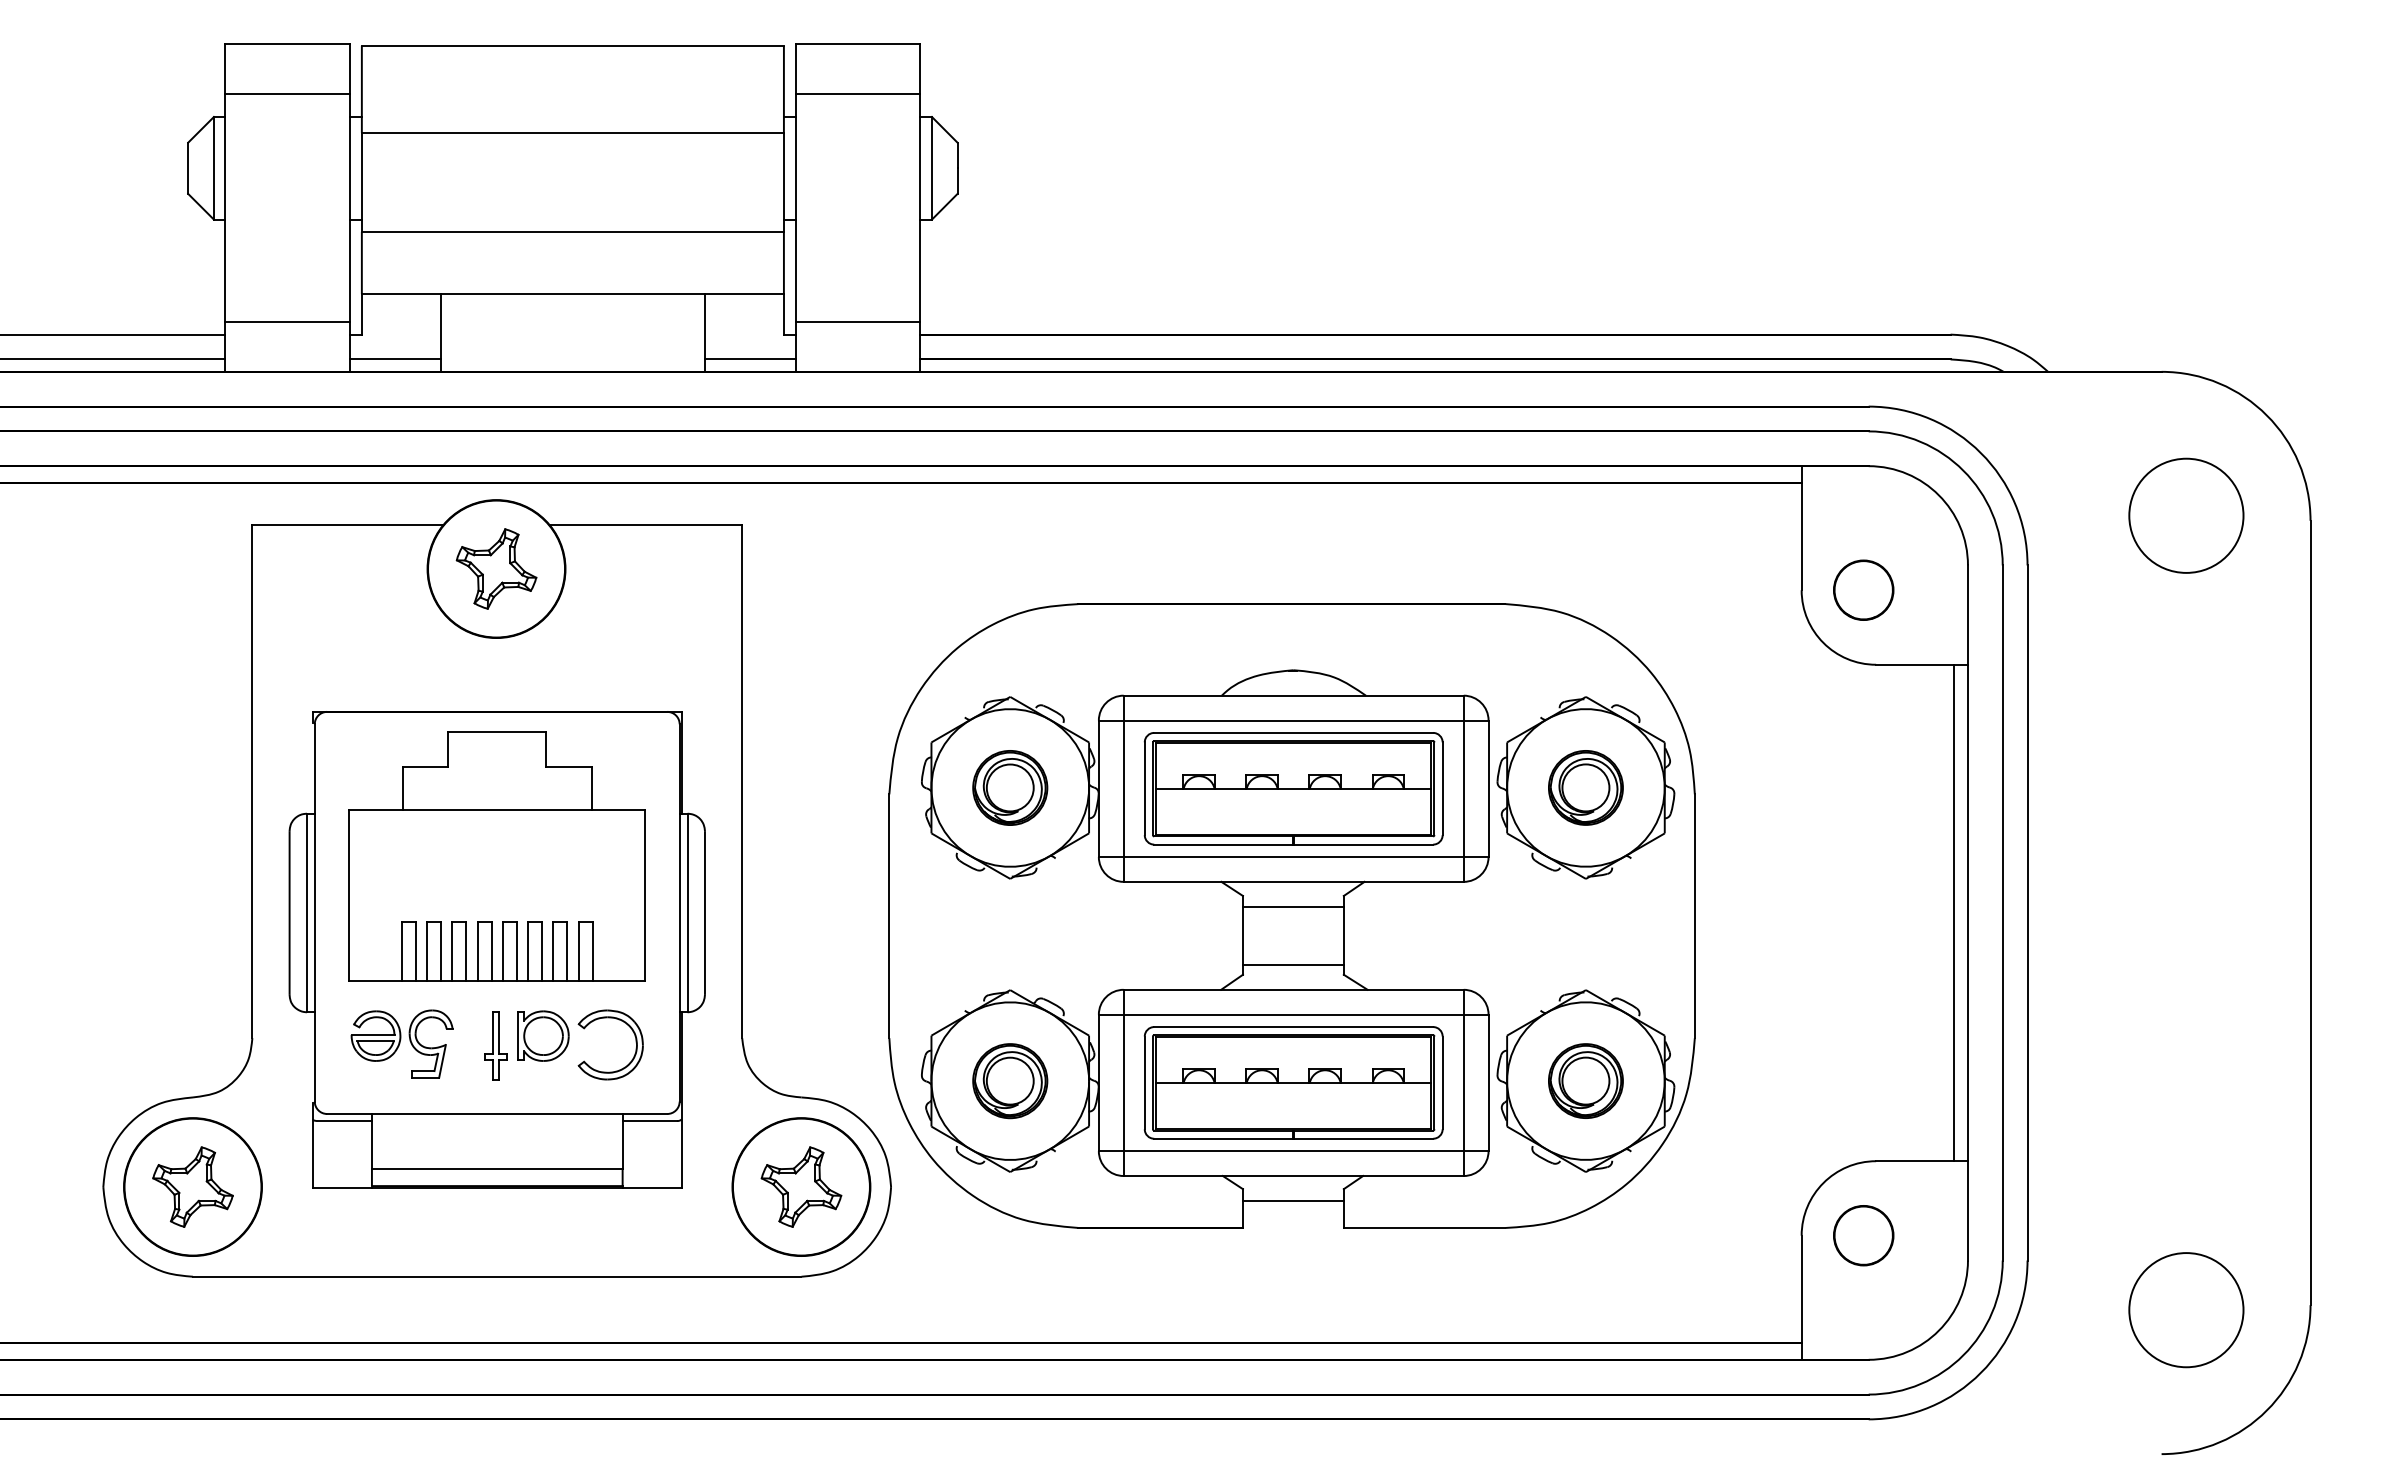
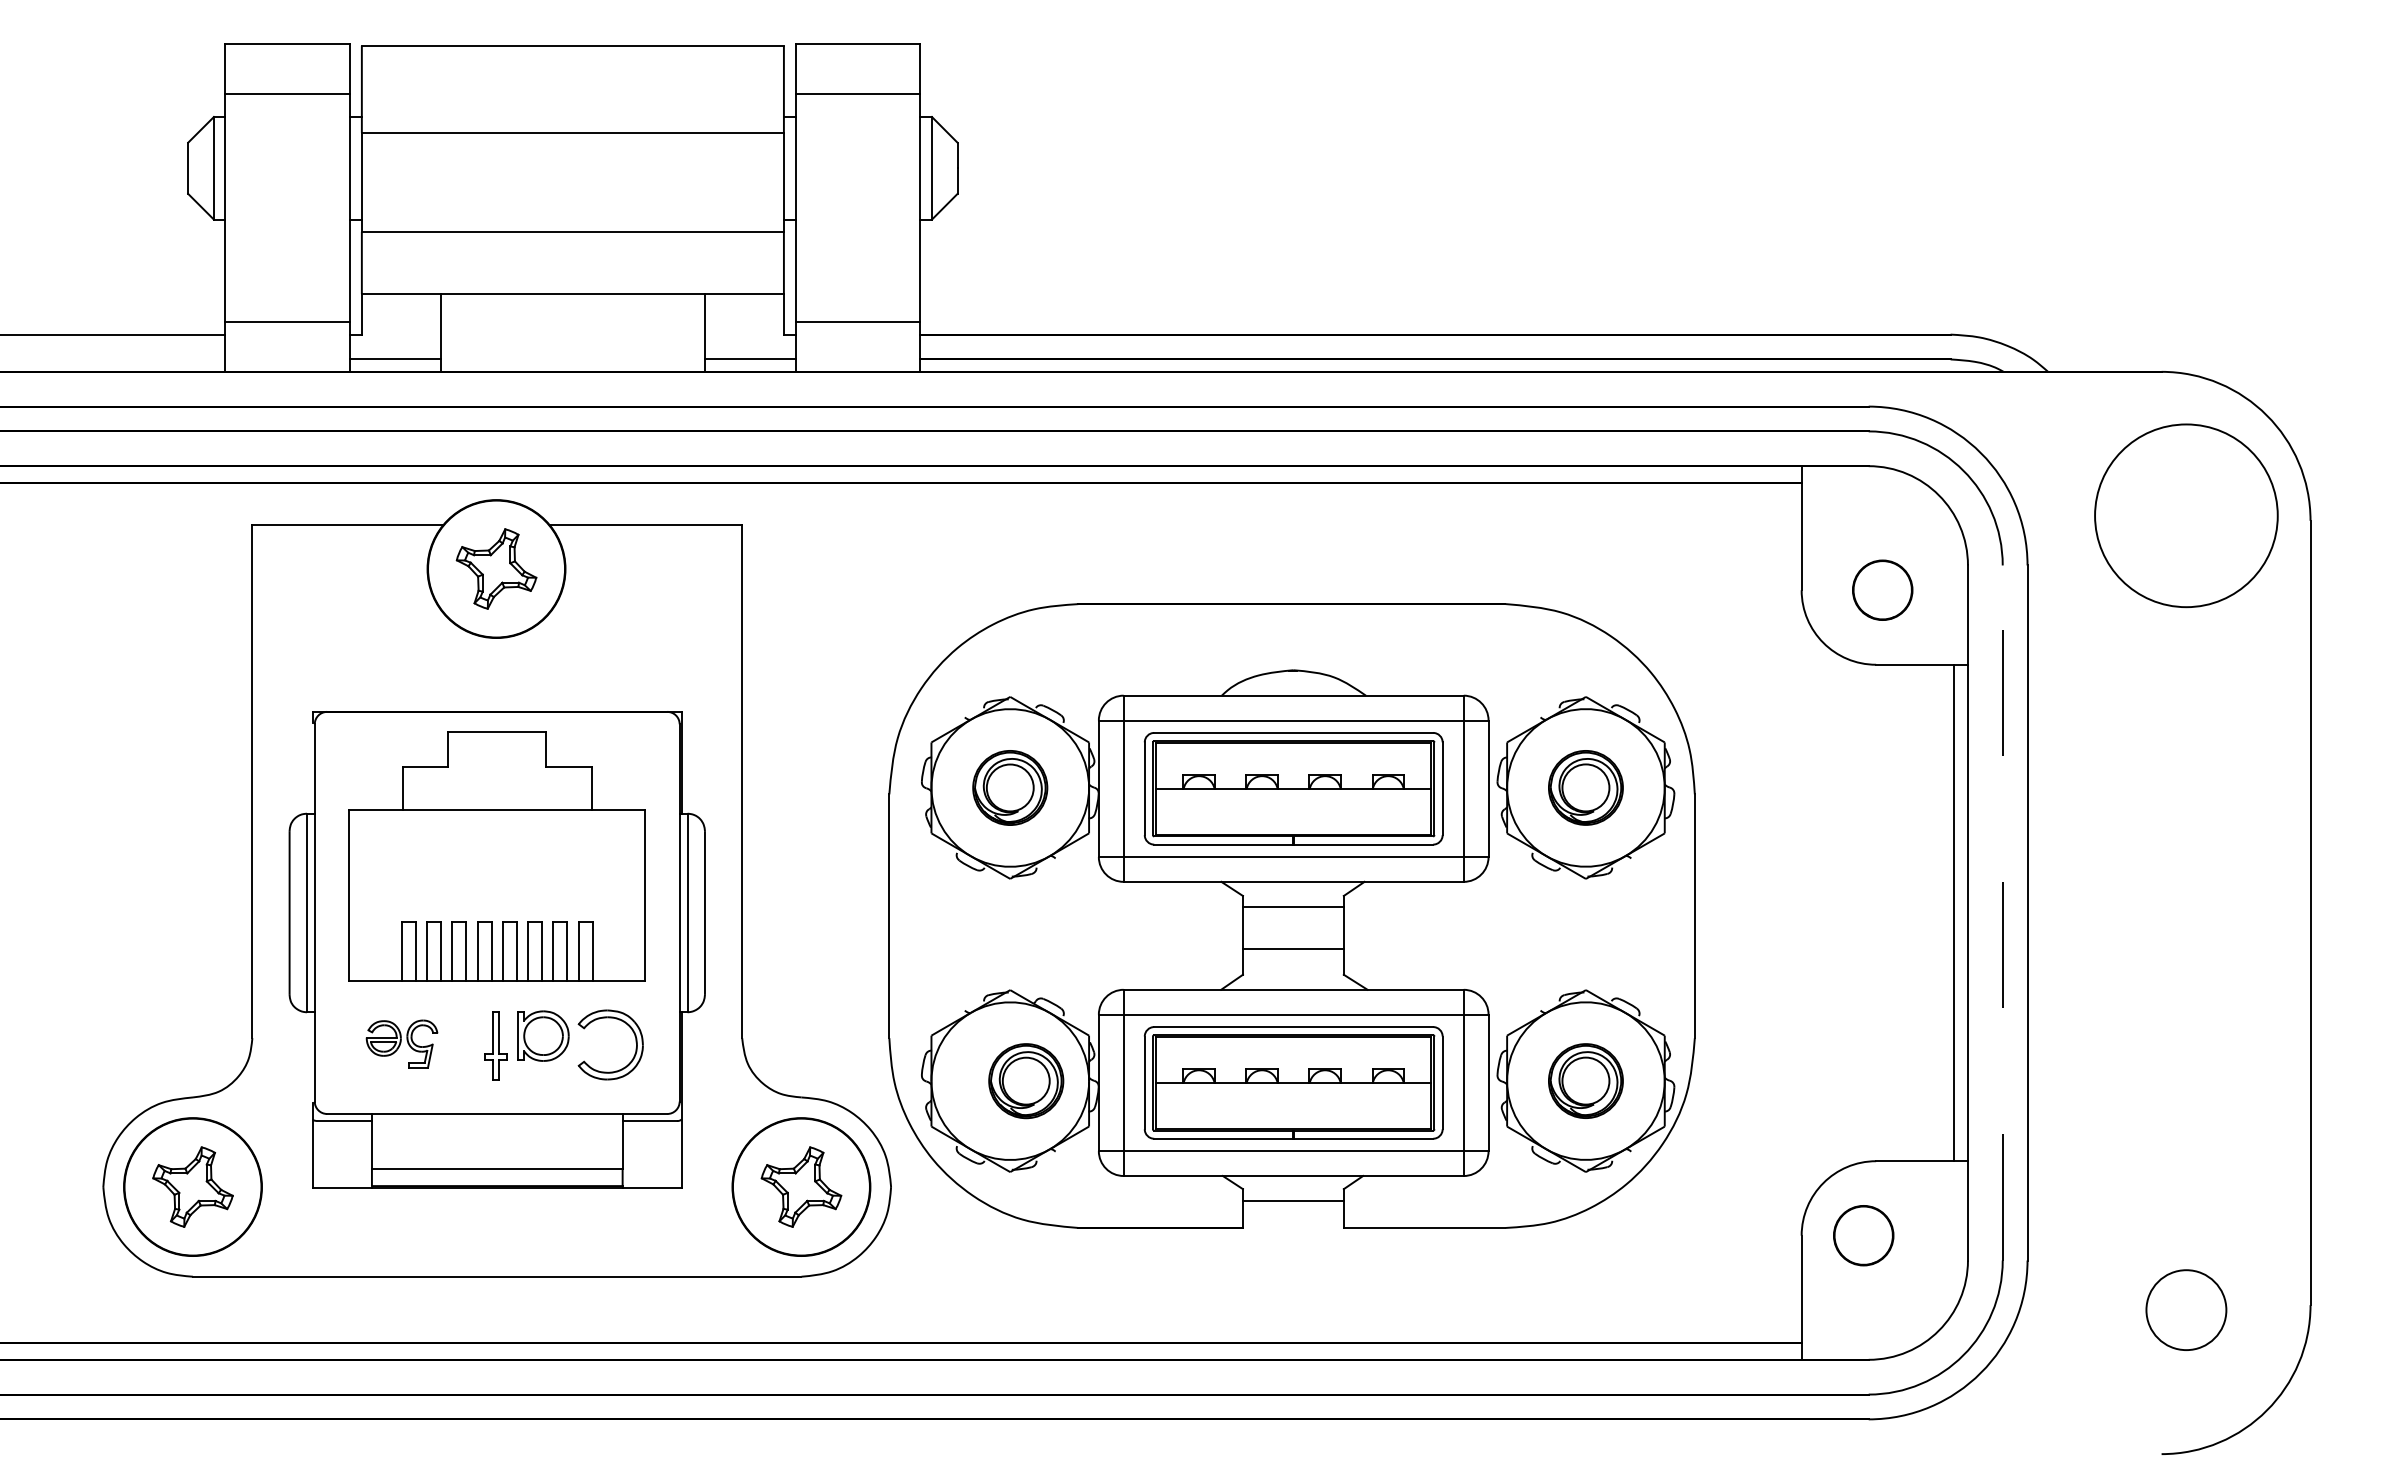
line at (113, 359): present -> none
circle at (2186, 515) diameter: 114 px -> 183 px
circle at (1863, 589) position: (1863, 589) -> (1882, 589)
line at (2002, 912): solid -> dashed
line at (1292, 965) position: (1292, 965) -> (1292, 949)
part at (401, 1043) size: 104x70 px -> 74x50 px
part at (1010, 1081) position: (1010, 1081) -> (1026, 1081)
circle at (2186, 1310) diameter: 114 px -> 80 px
